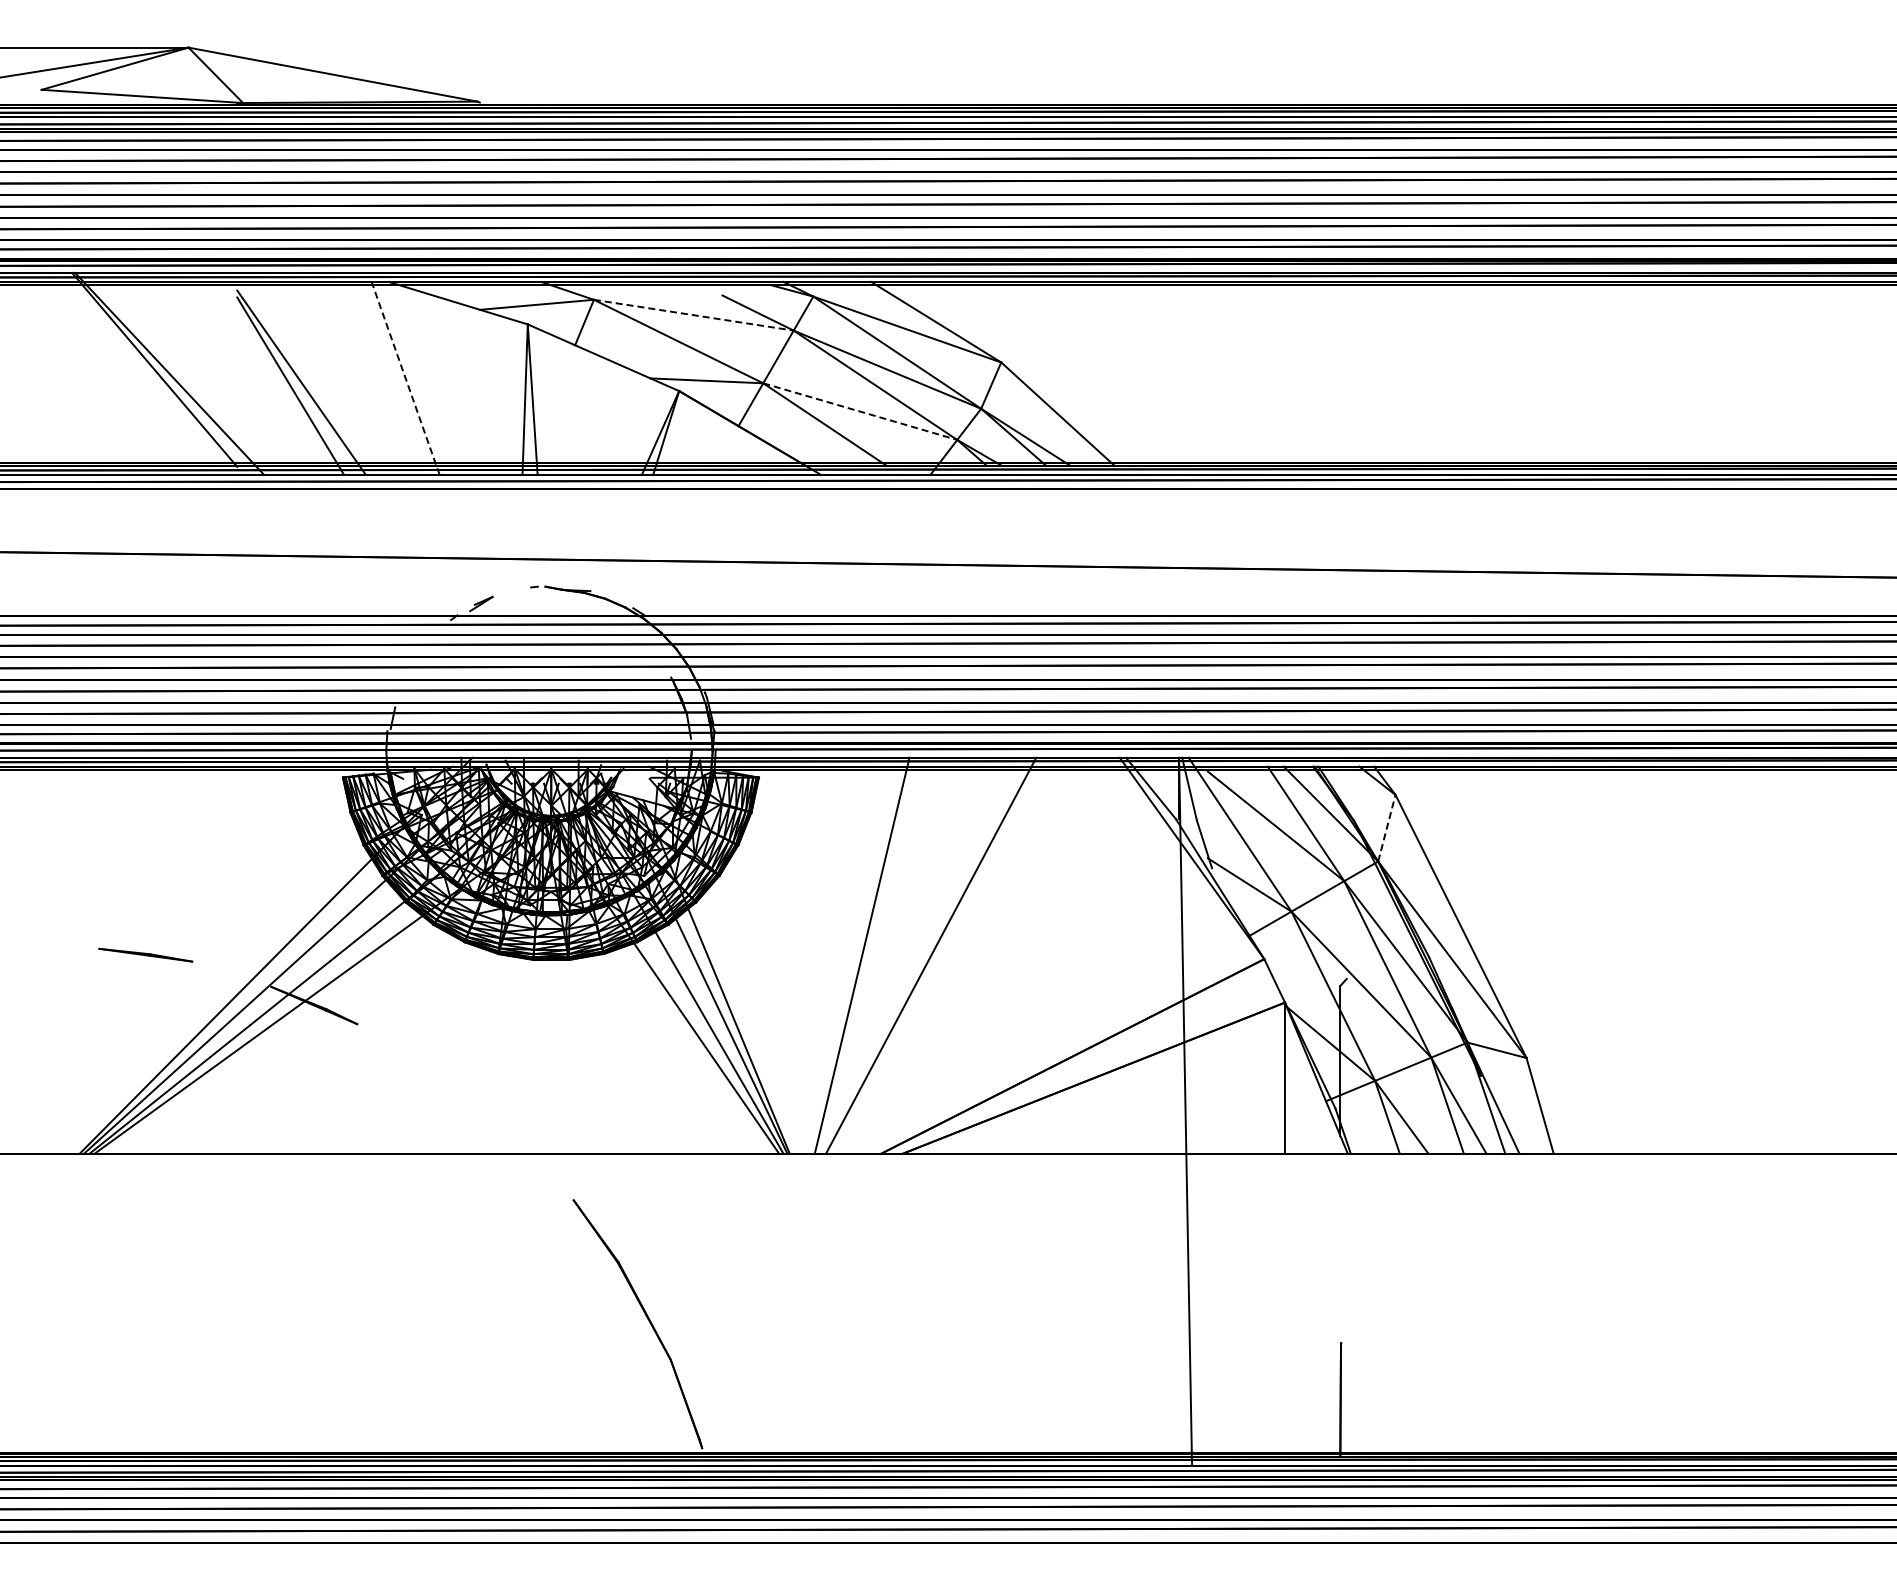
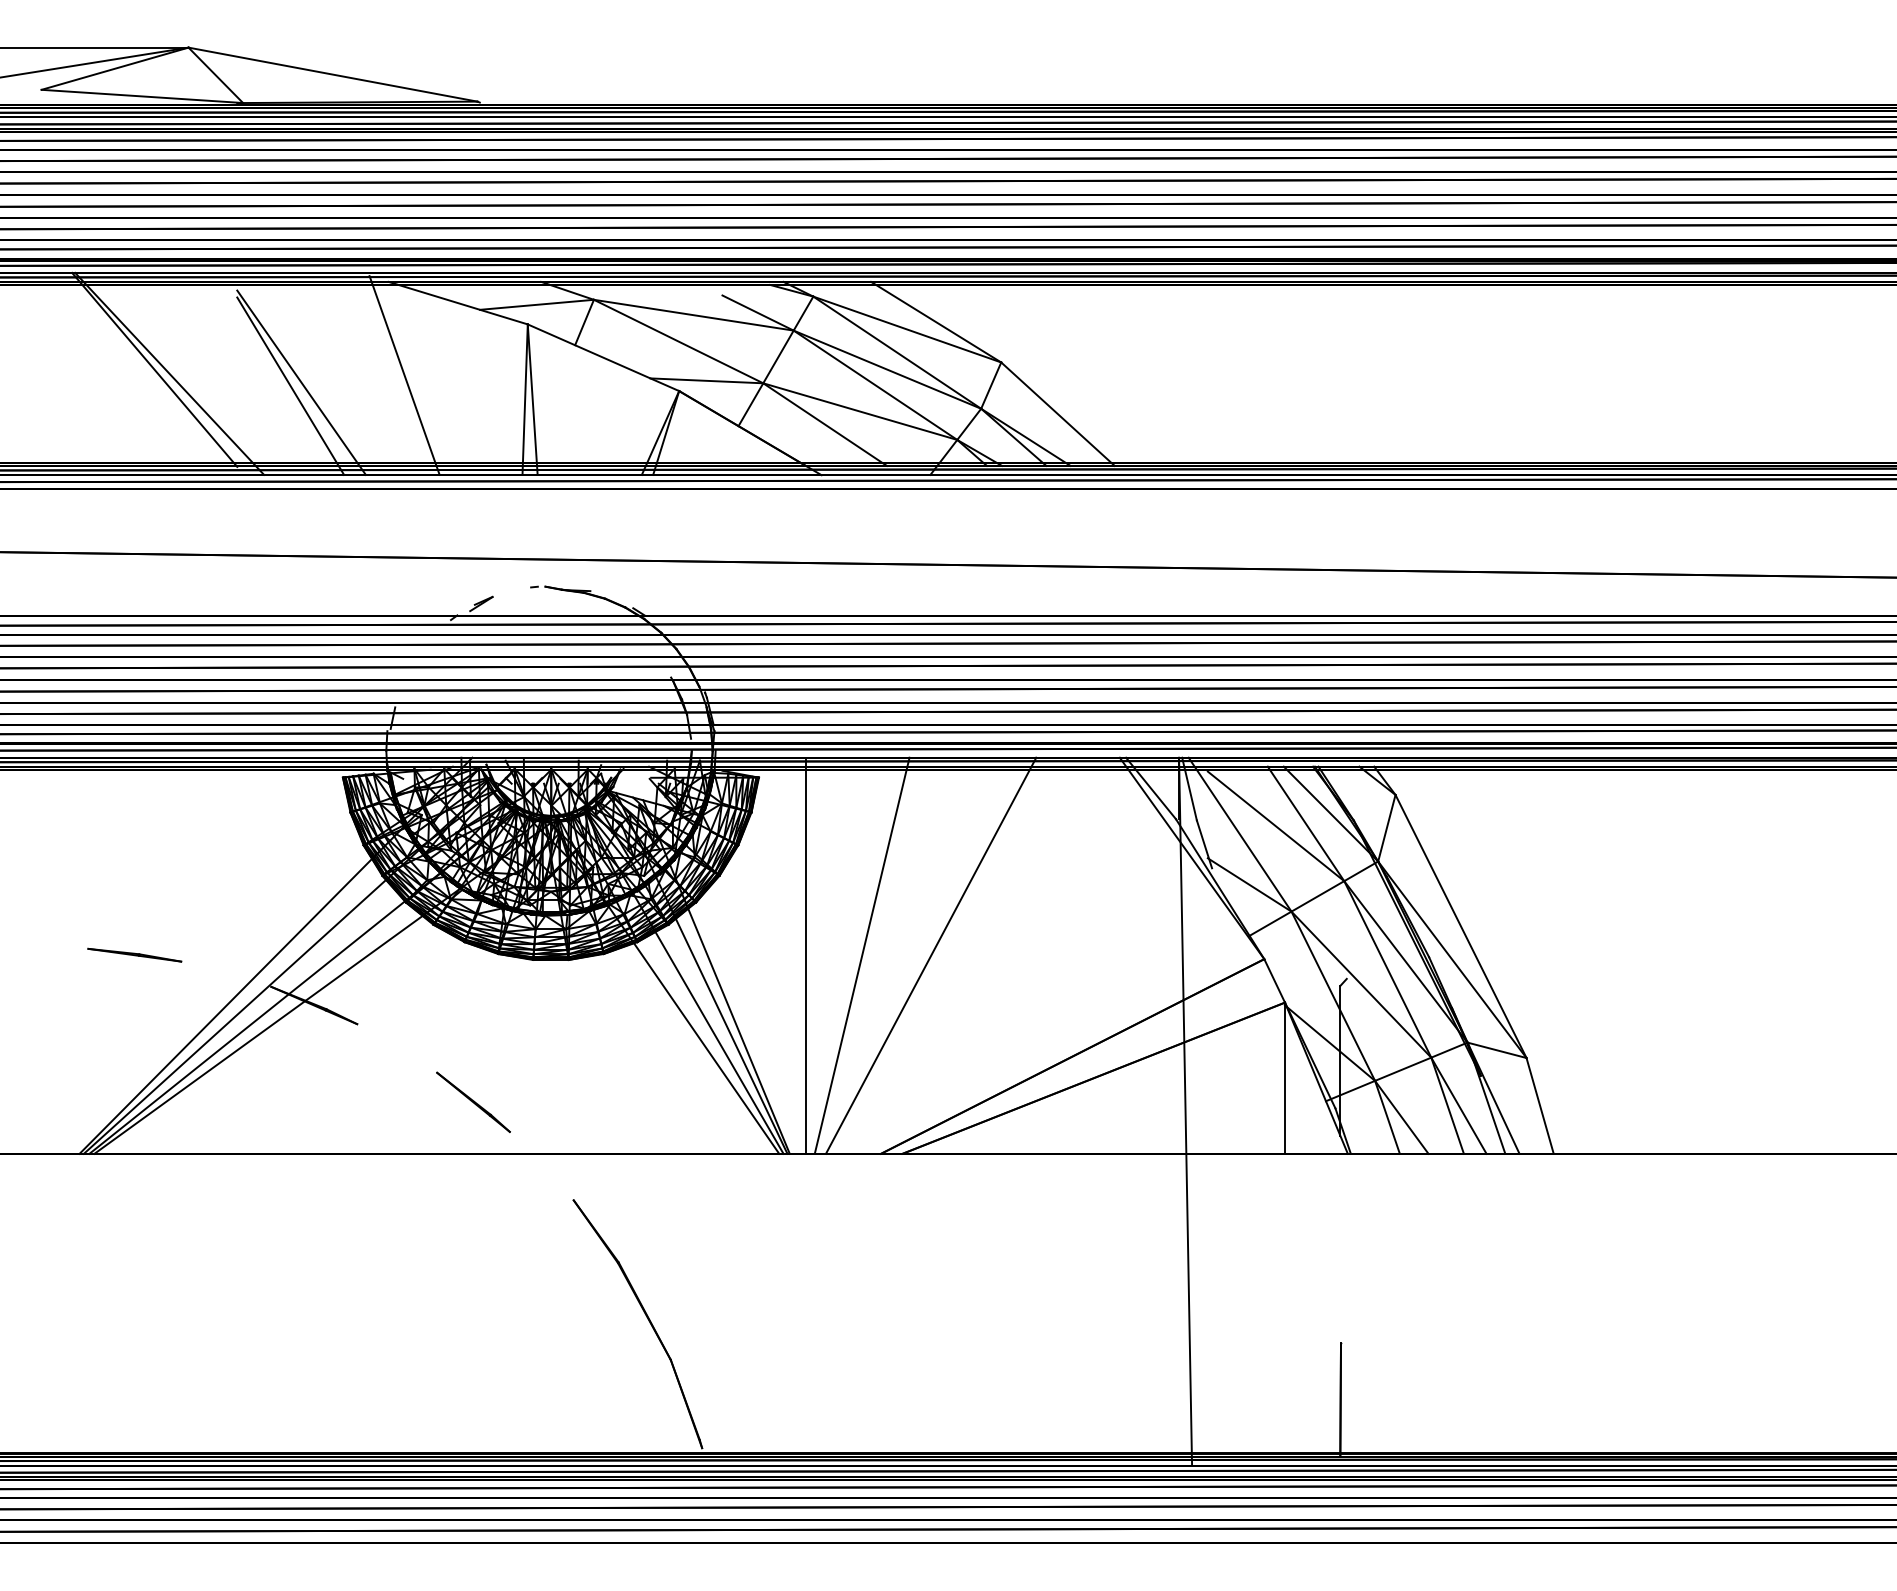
line at (694, 315): dashed -> solid
line at (404, 375): dashed -> solid
line at (860, 411): dashed -> solid
line at (1386, 827): dashed -> solid
line at (145, 954) position: (145, 954) -> (134, 954)
line at (805, 955): none -> present
line at (473, 1101): none -> present
